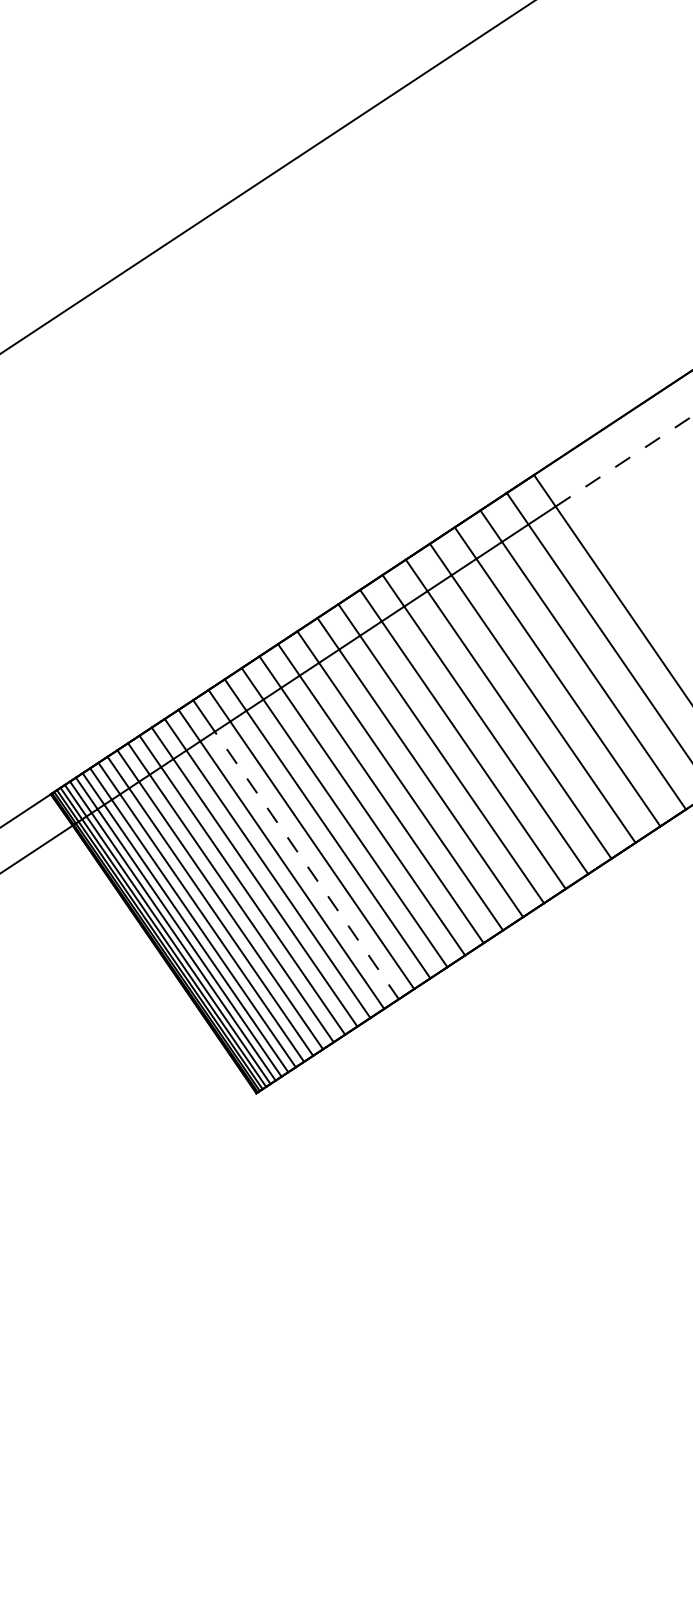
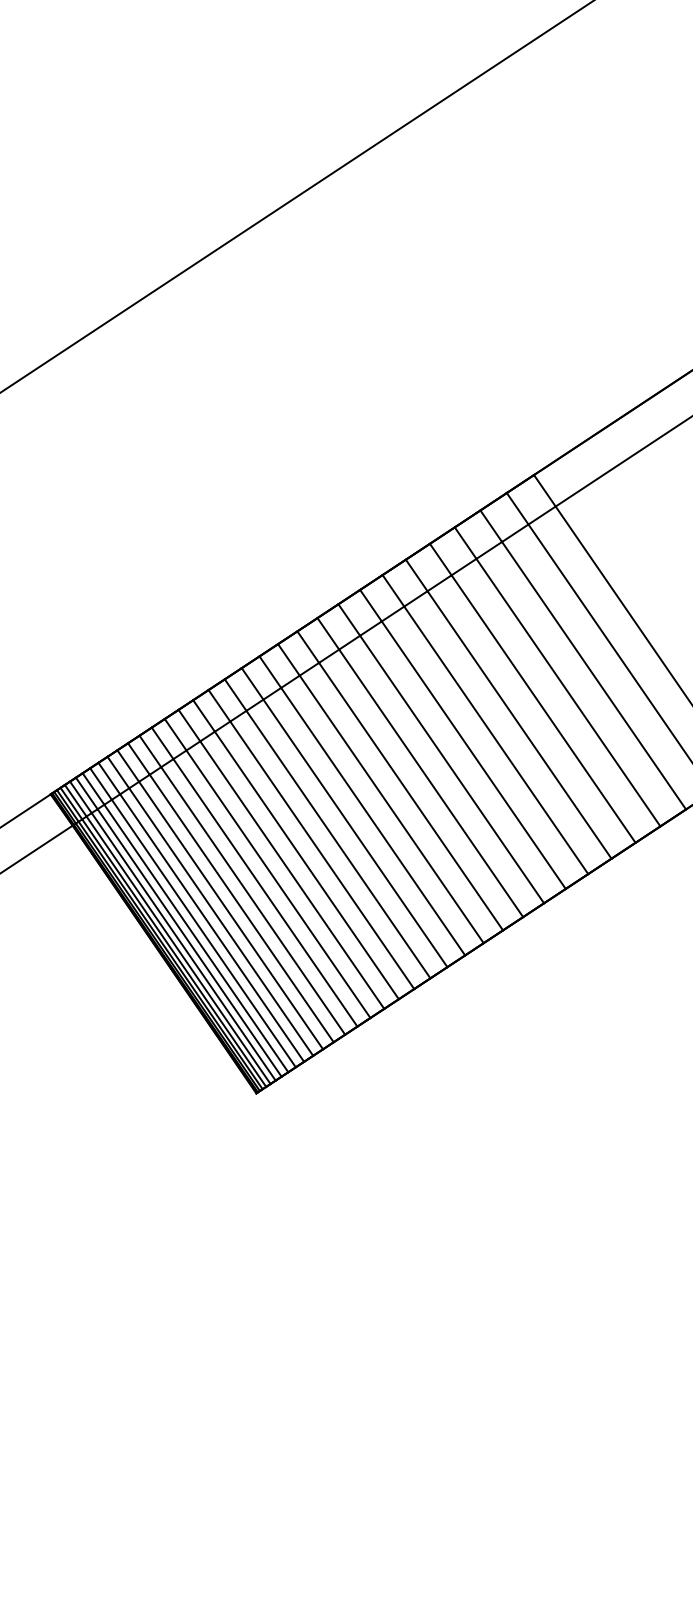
line at (267, 177) position: (267, 177) -> (296, 196)
line at (624, 461): dashed -> solid
line at (306, 865): dashed -> solid
